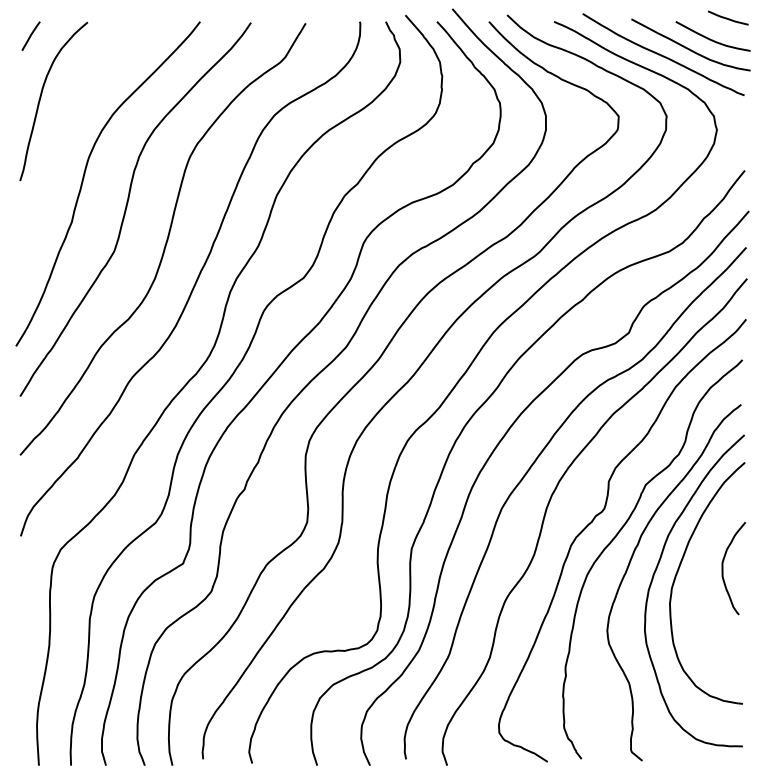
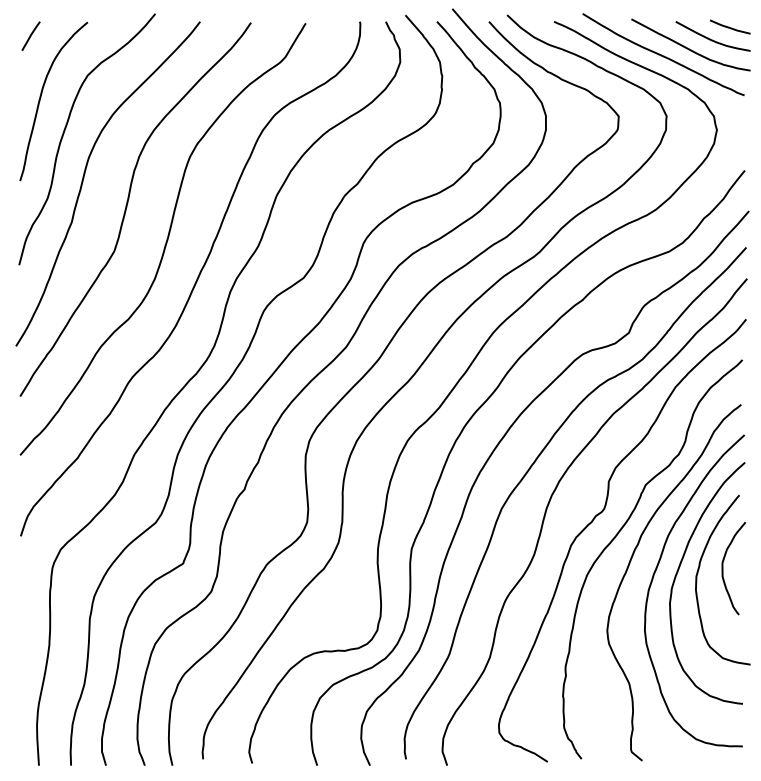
curve at (727, 17) position: (727, 17) -> (729, 26)
curve at (65, 131): none -> present
curve at (698, 573): none -> present
